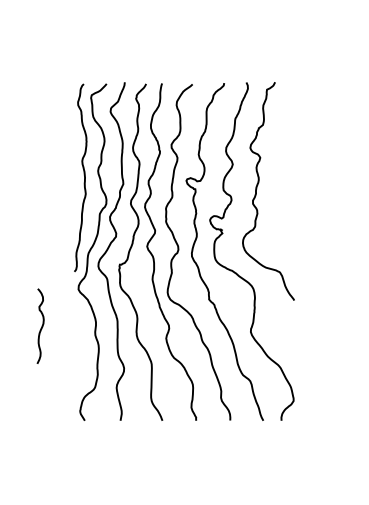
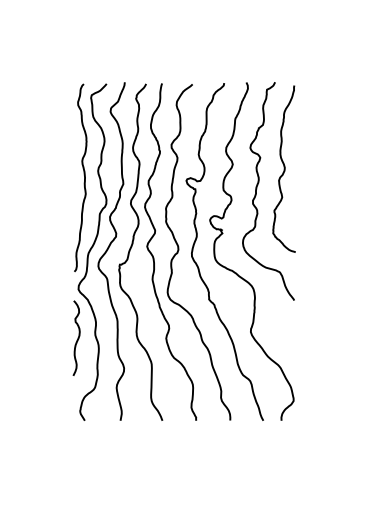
curve at (283, 168): none -> present
curve at (41, 325) position: (41, 325) -> (77, 337)
